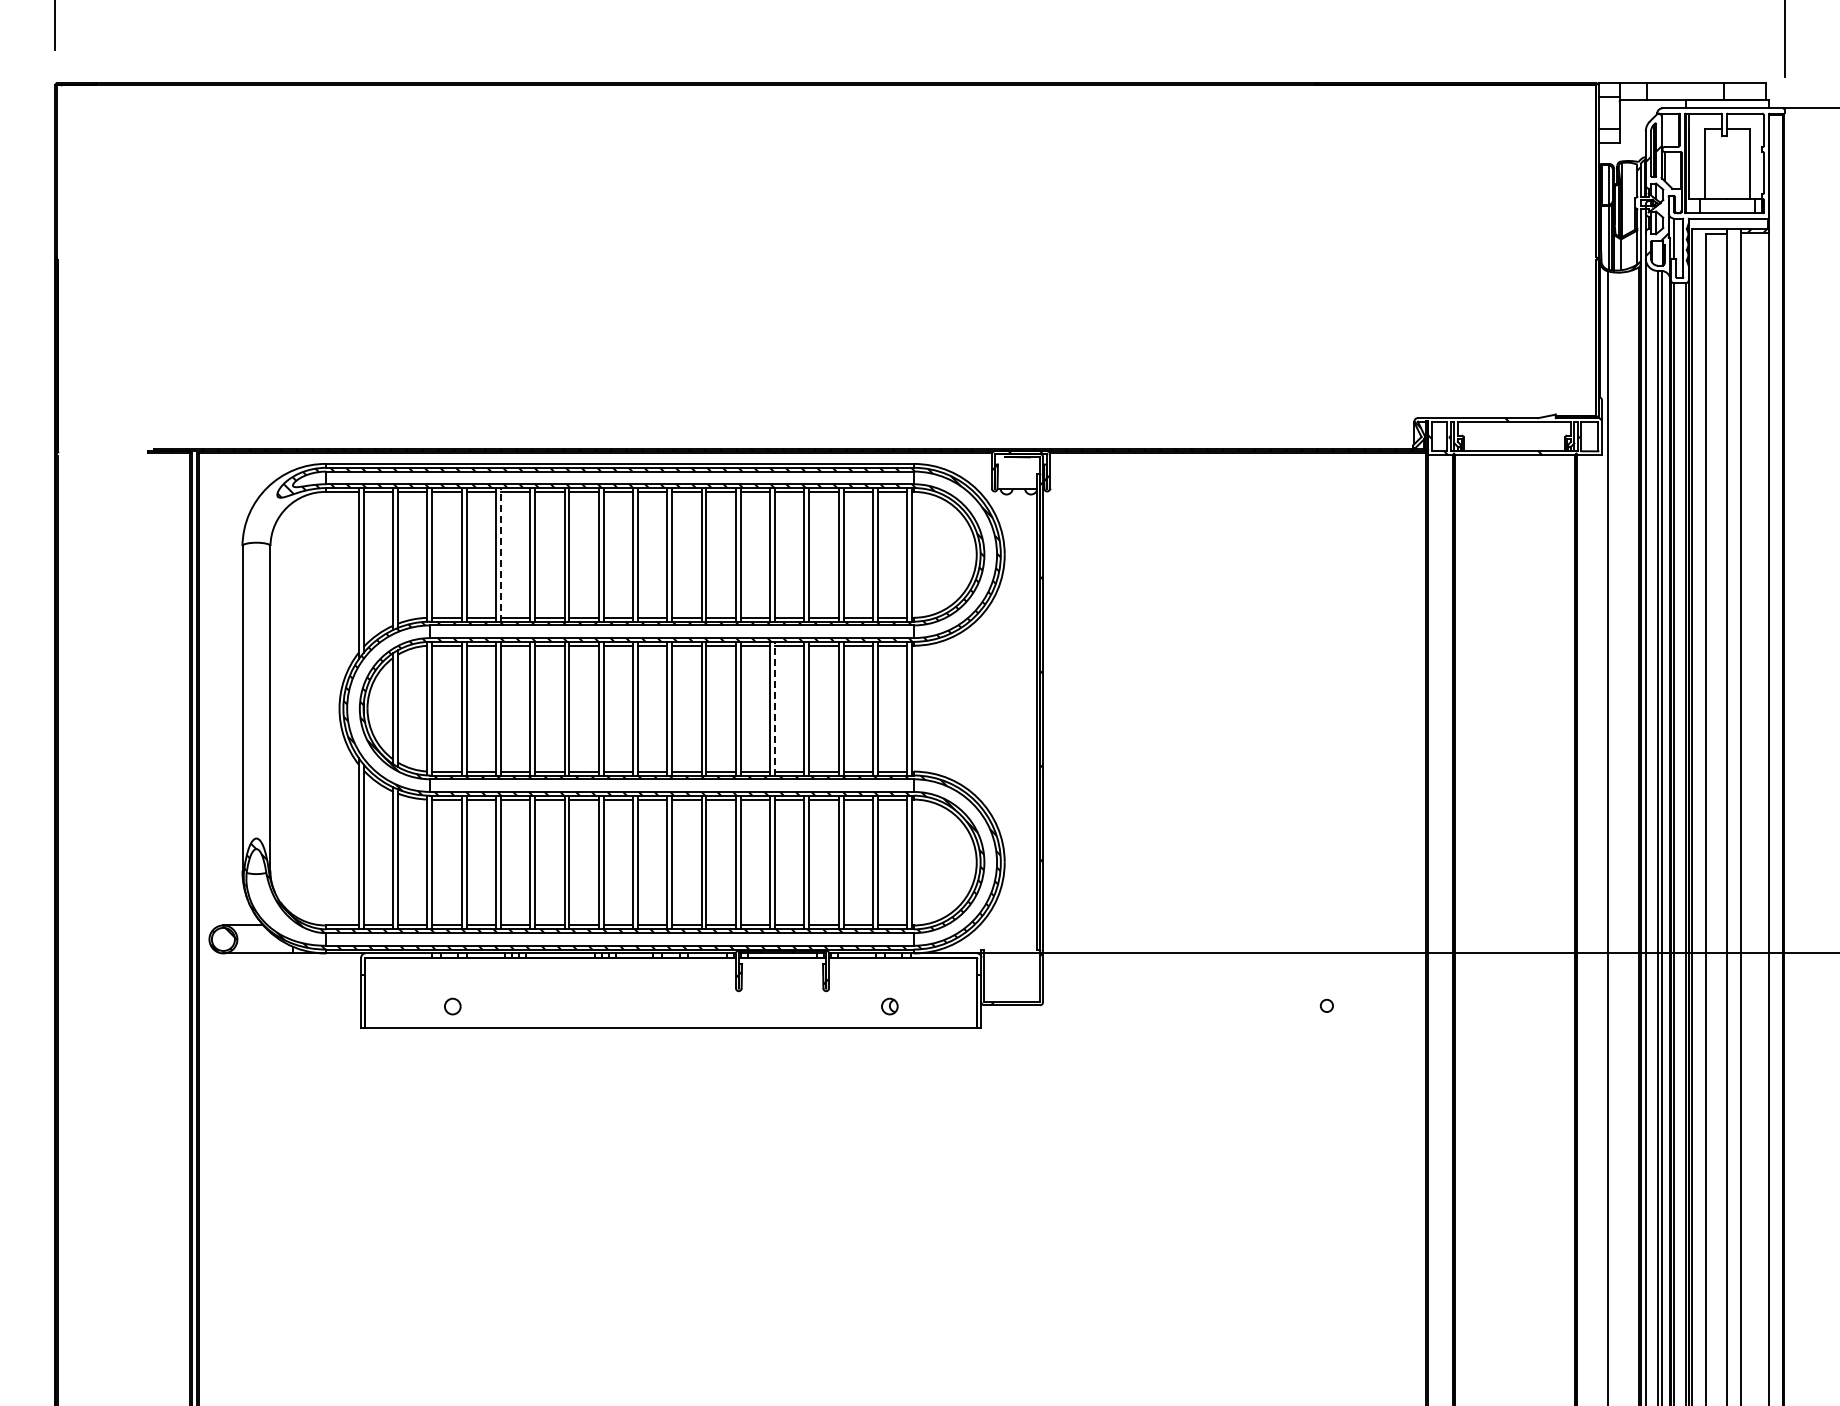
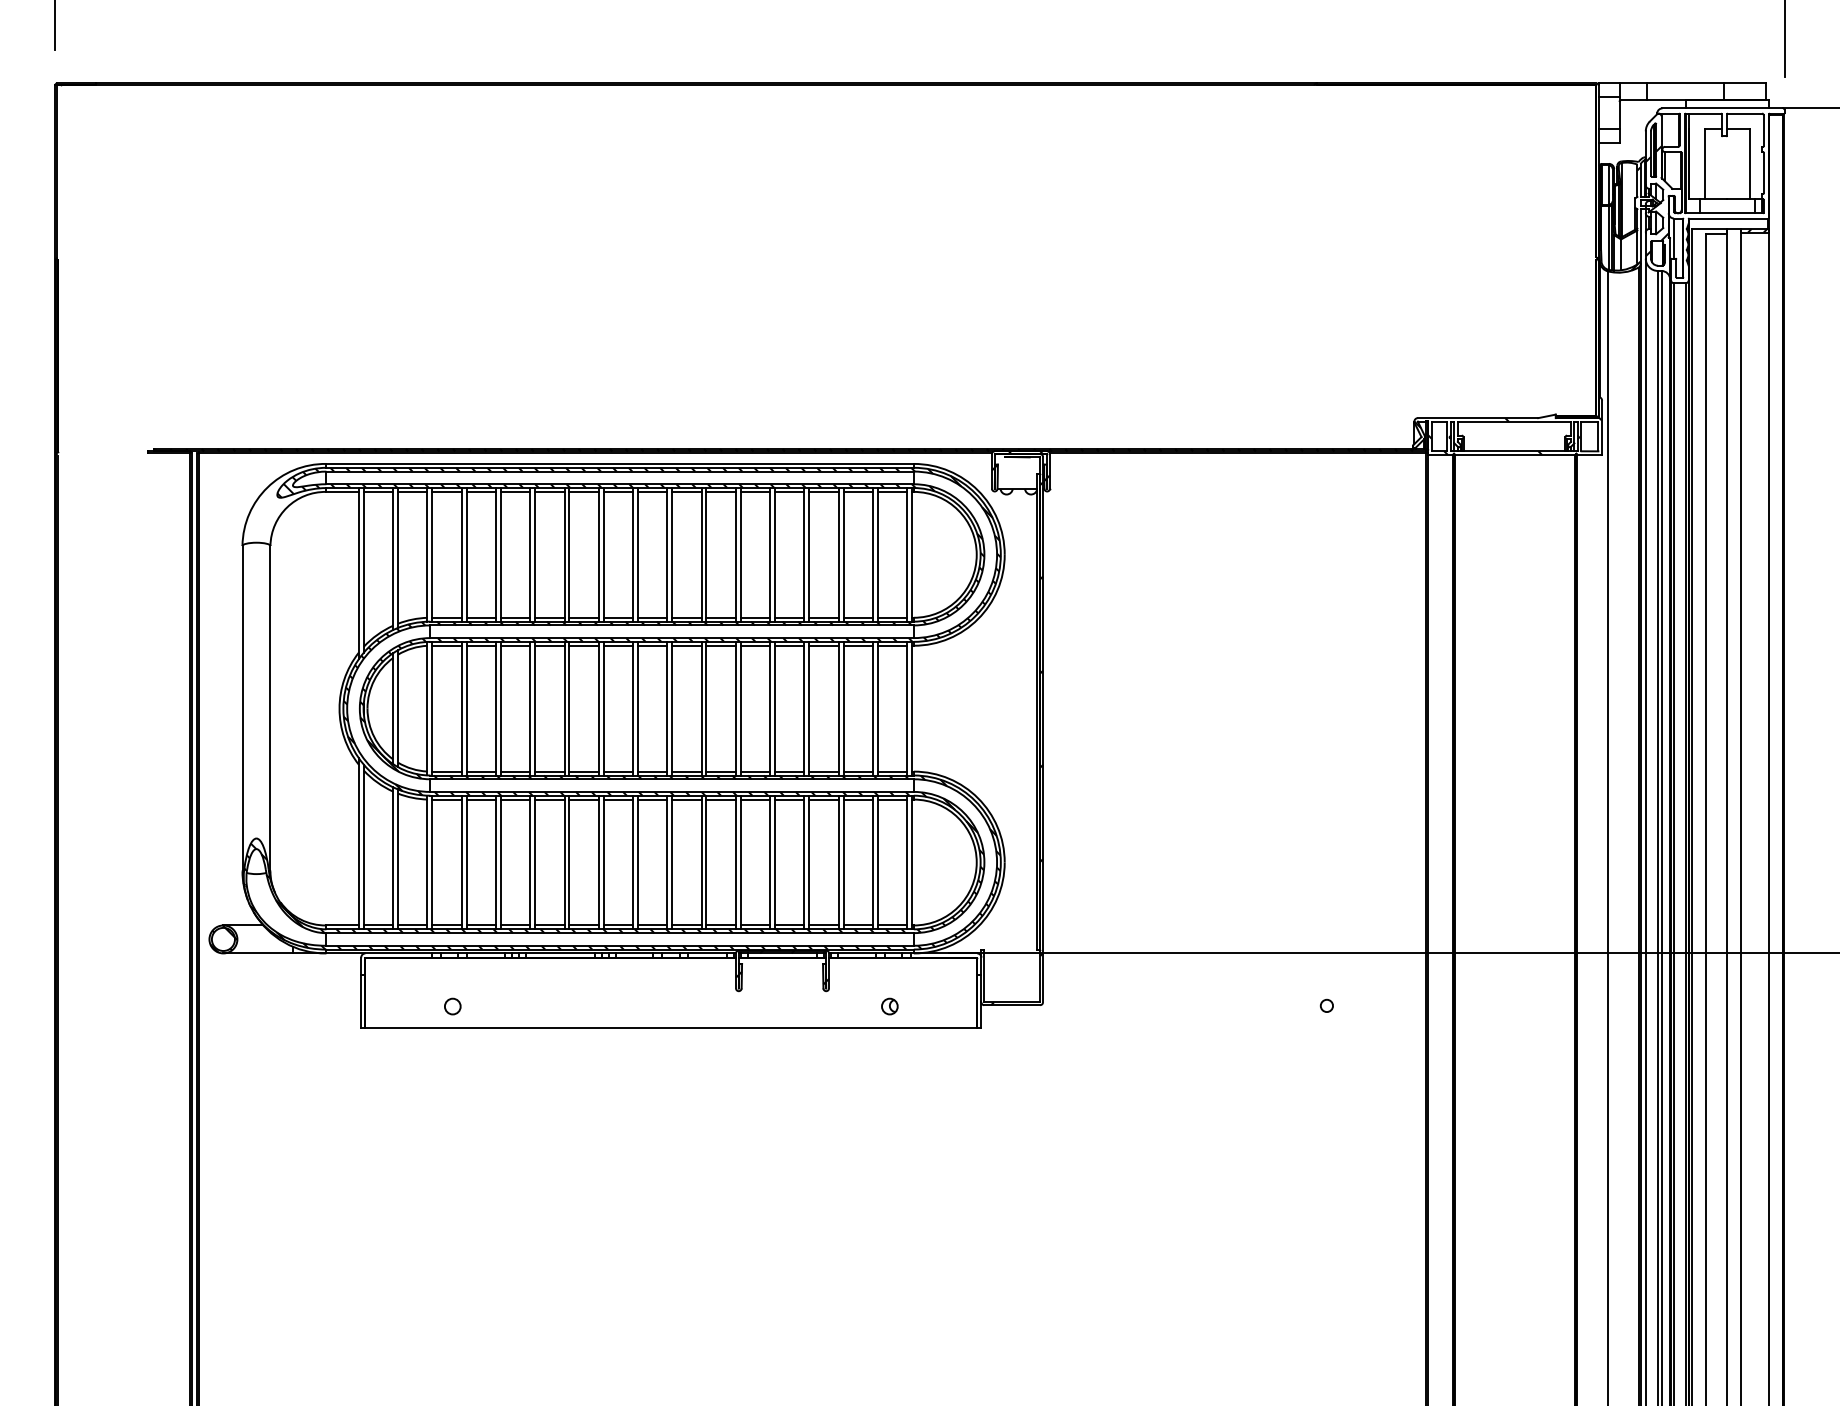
line at (500, 554): dashed -> solid
line at (775, 708): dashed -> solid
